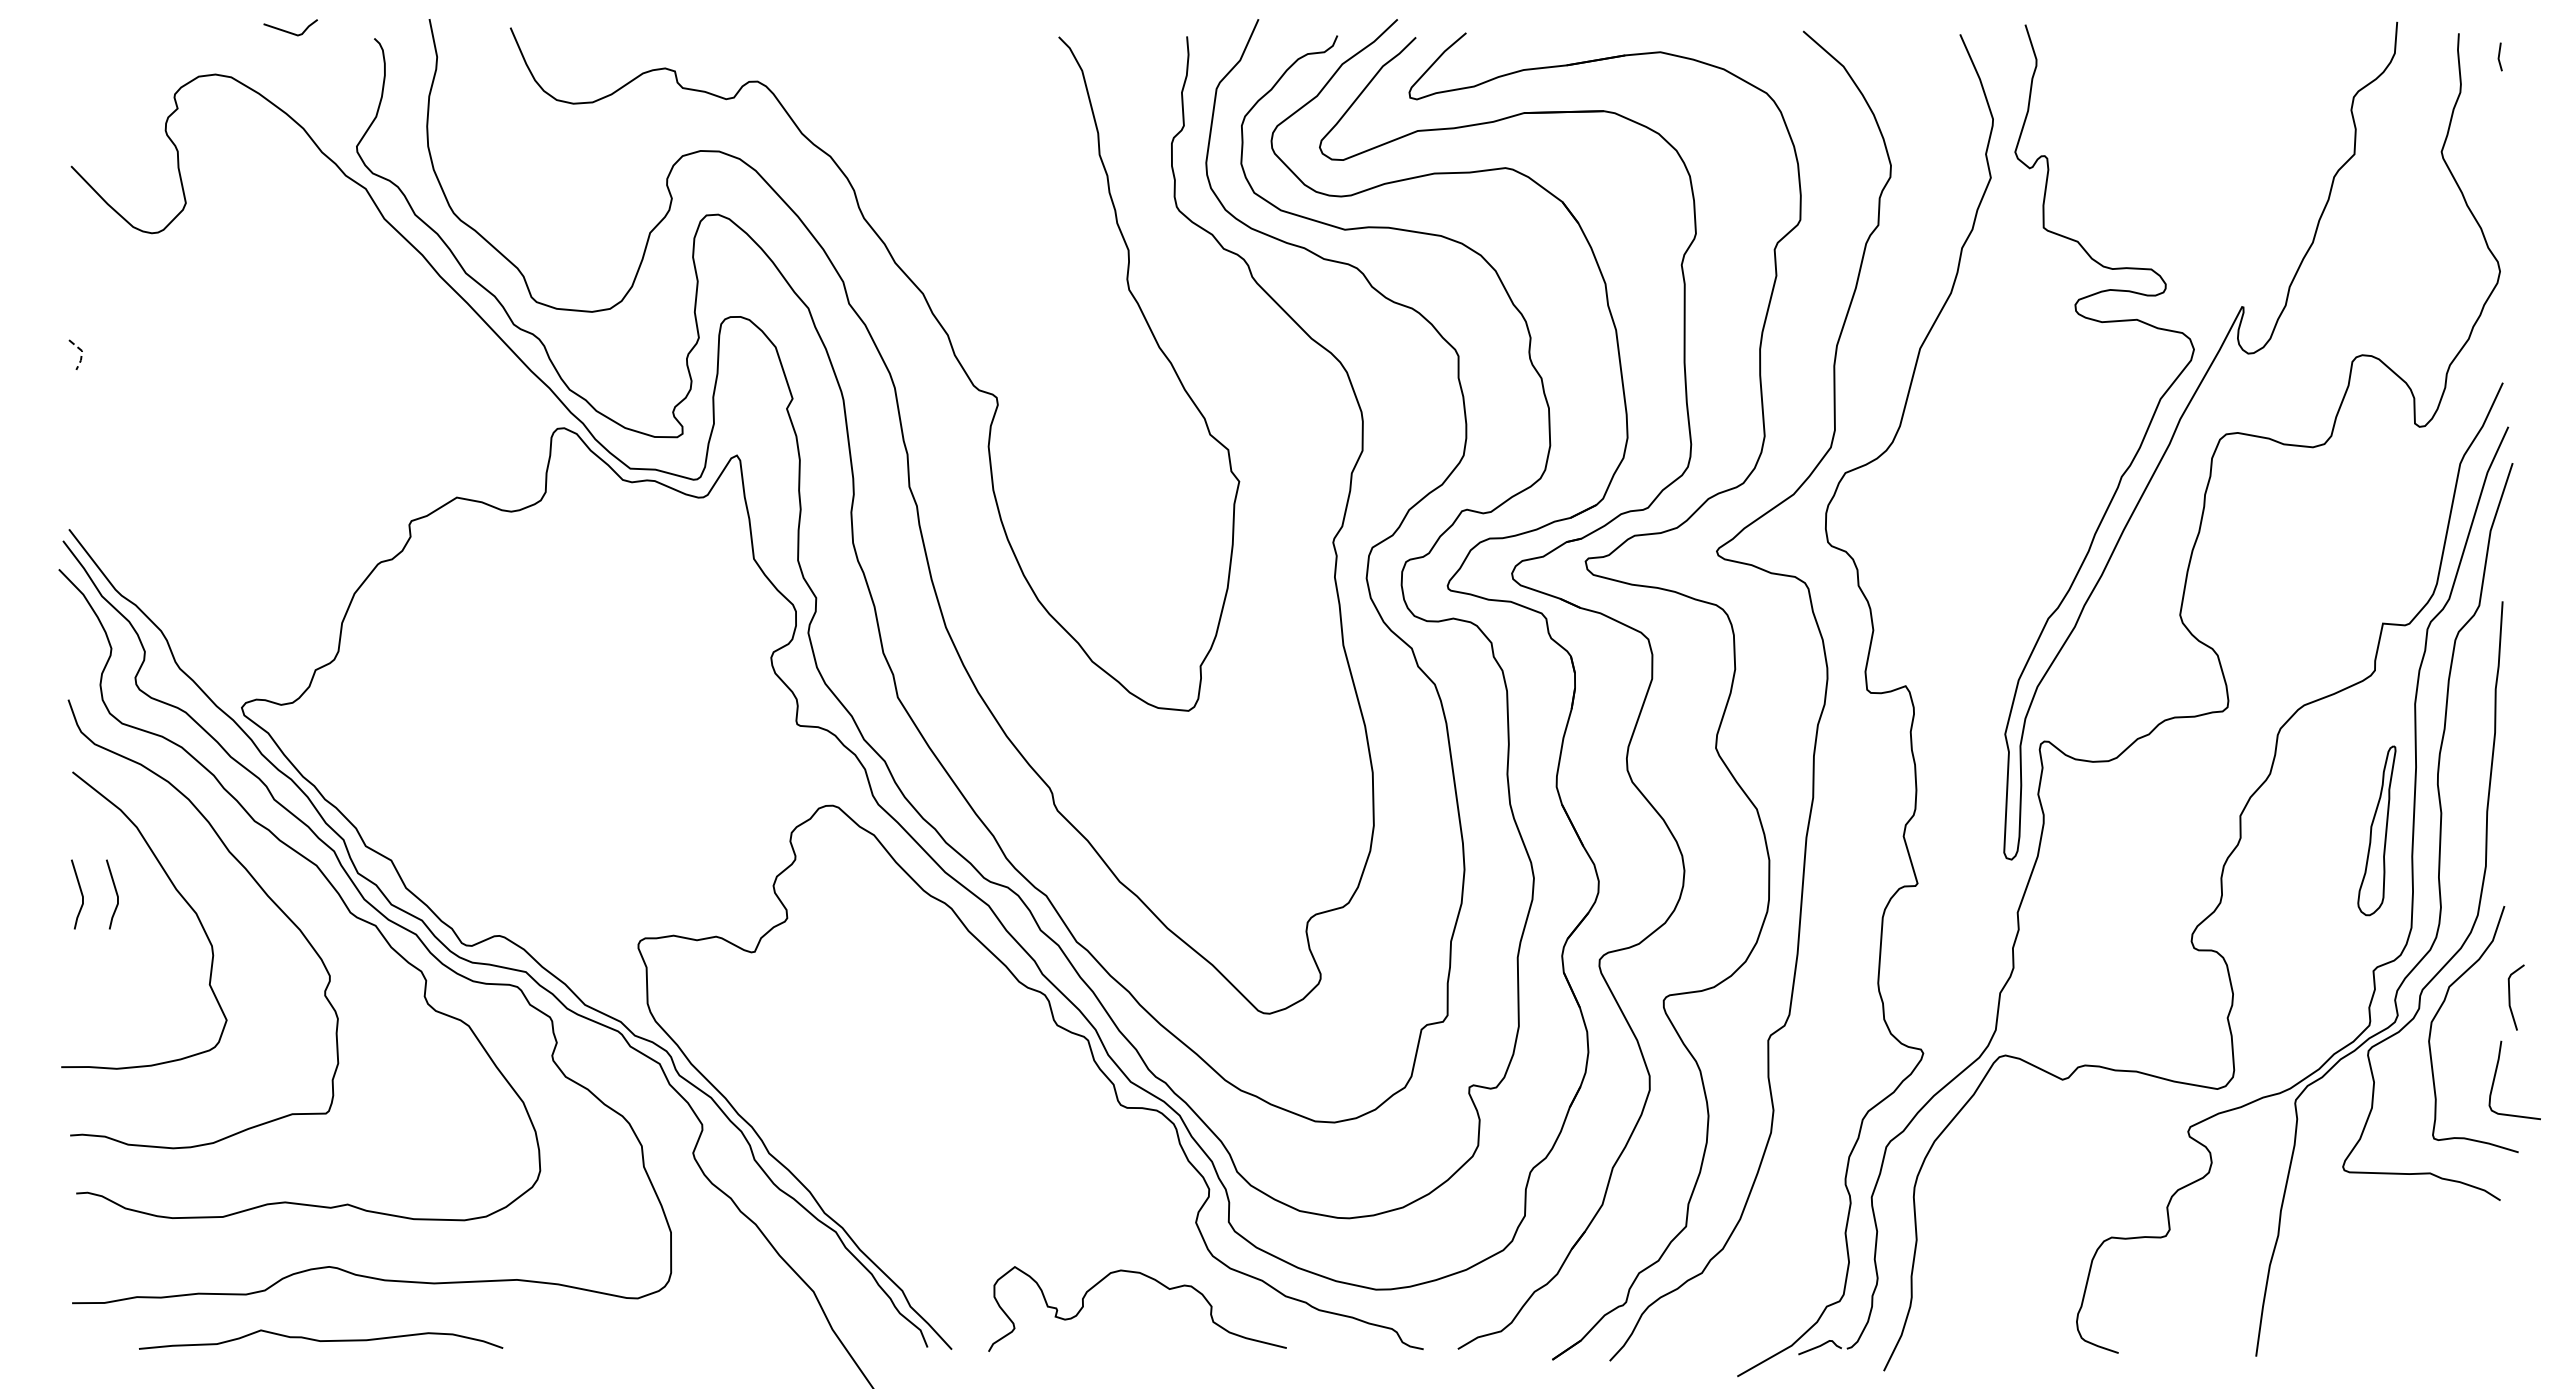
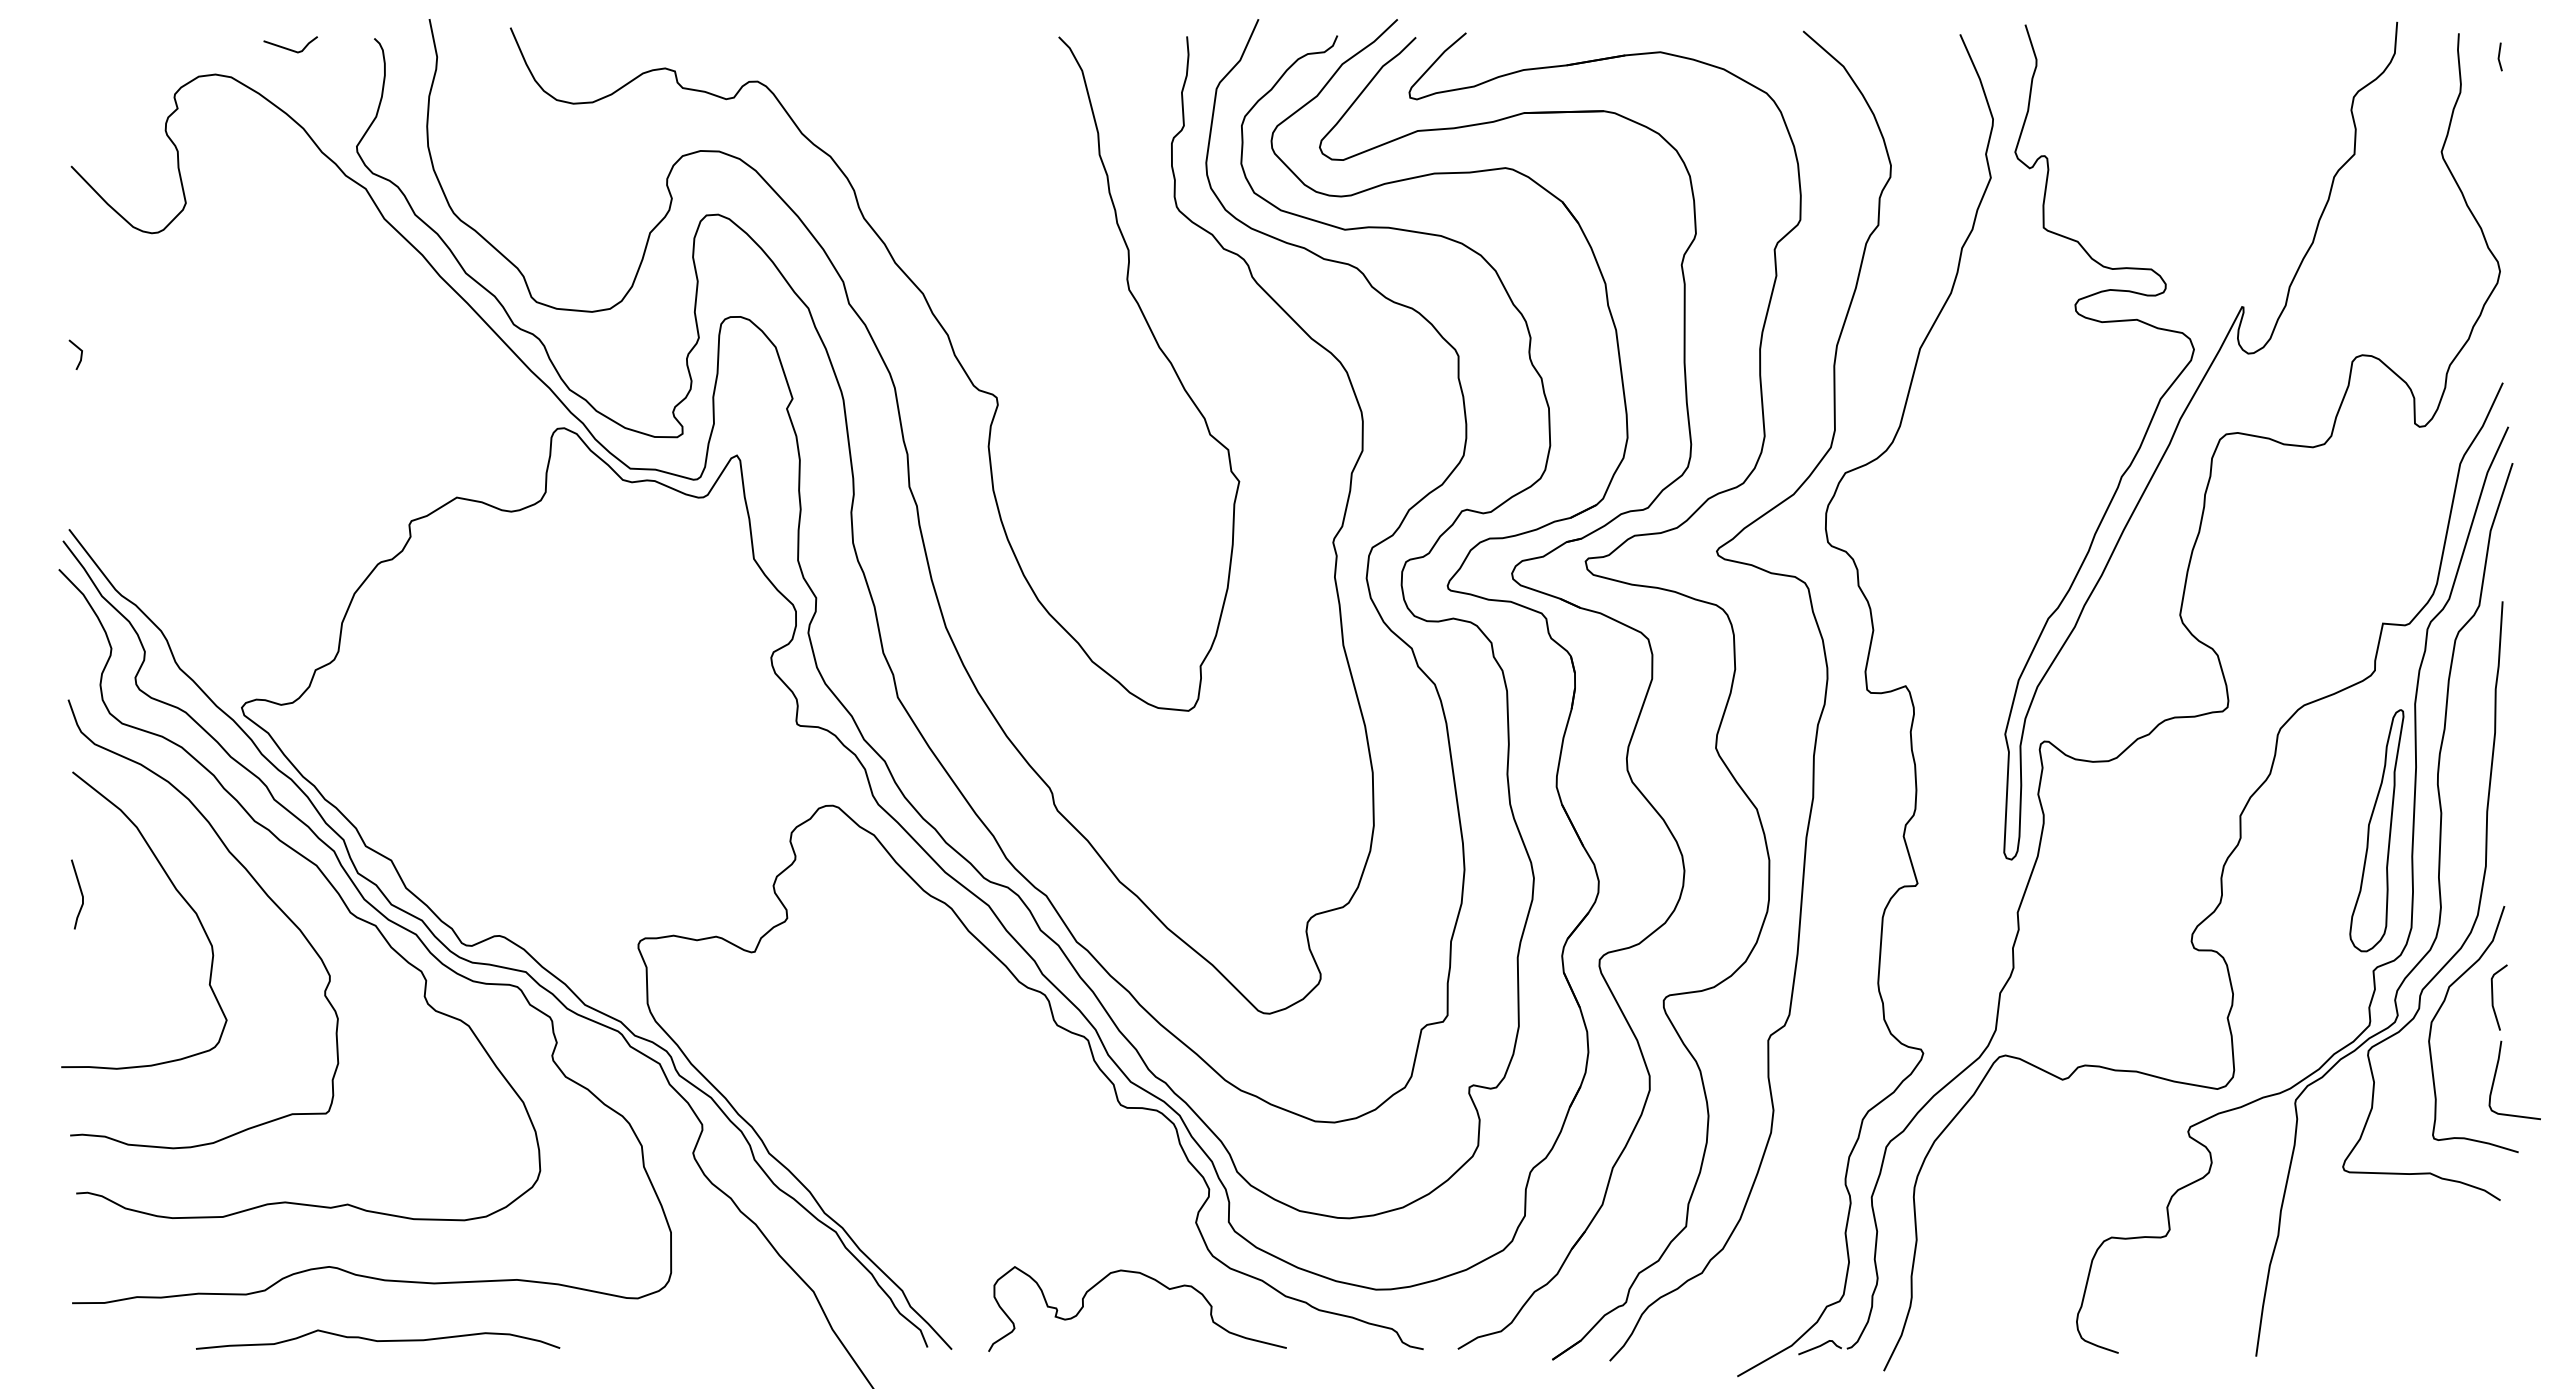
line at (289, 31) position: (289, 31) -> (289, 48)
line at (81, 352): dashed -> solid
part at (2376, 830) size: 40x172 px -> 56x244 px
line at (115, 892): present -> none
line at (2510, 997) position: (2510, 997) -> (2493, 997)
curve at (321, 1340) position: (321, 1340) -> (378, 1340)
